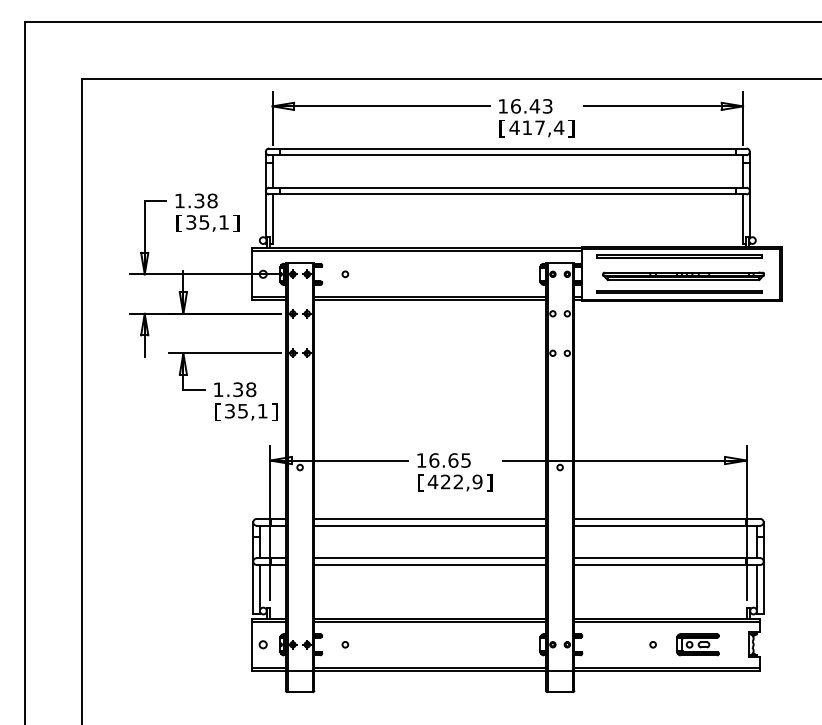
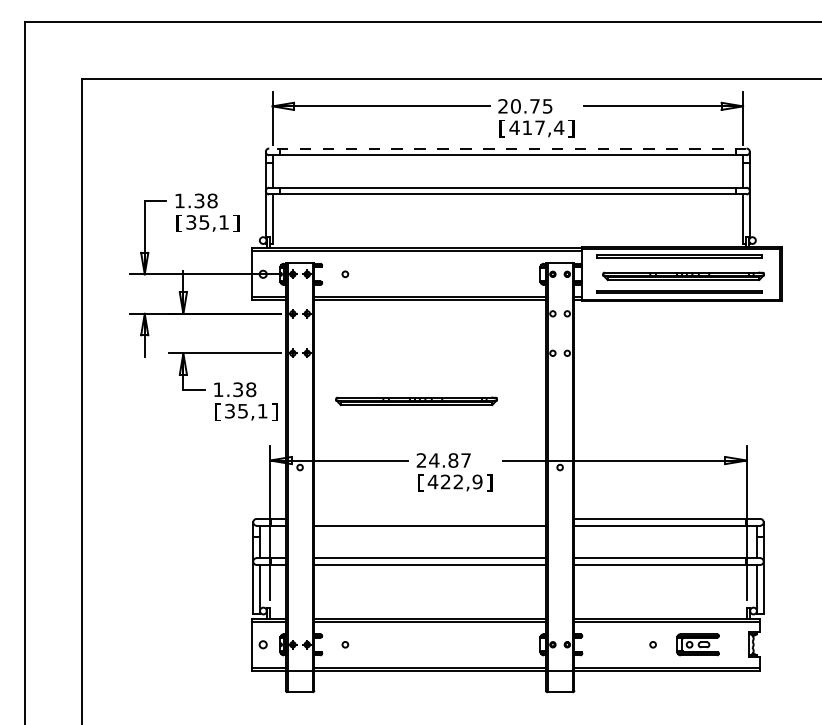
text at (525, 106): 16.43 -> 20.75
line at (507, 148): solid -> dashed
part at (416, 401): none -> present
text at (443, 460): 16.65 -> 24.87
line at (429, 518): present -> none
